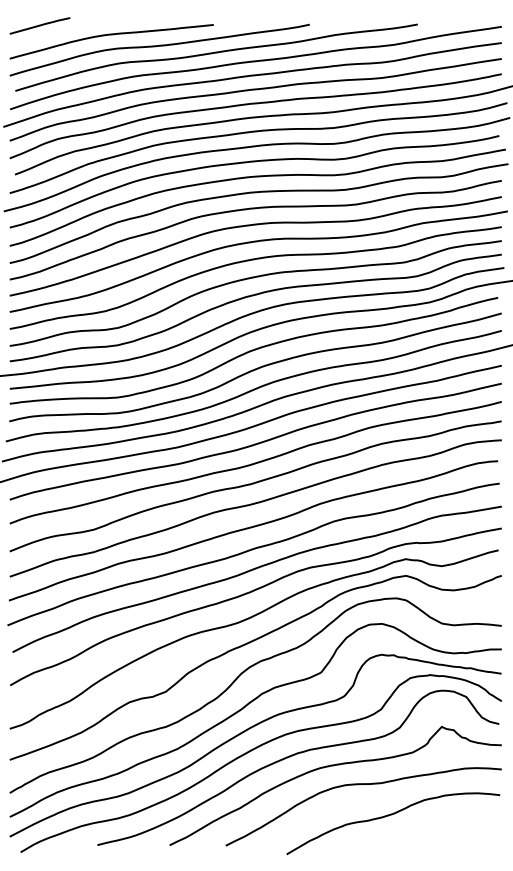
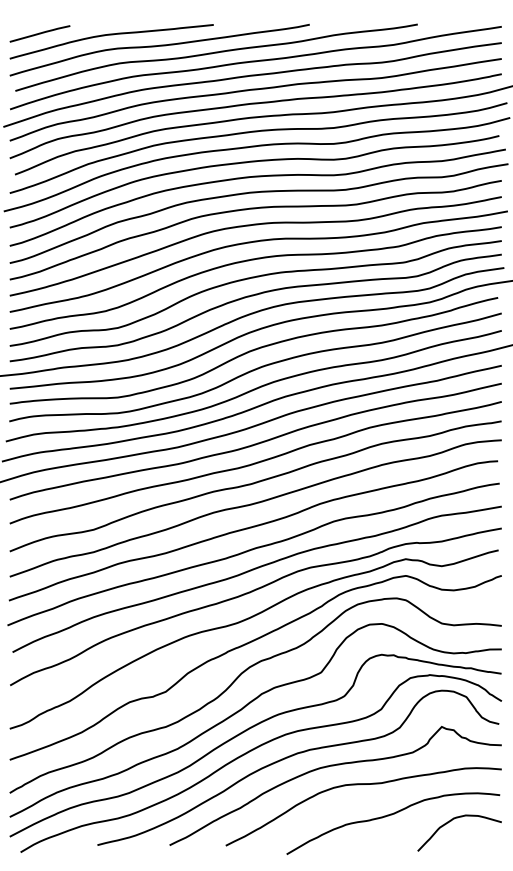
line at (39, 25) position: (39, 25) -> (39, 33)
curve at (451, 821): none -> present
